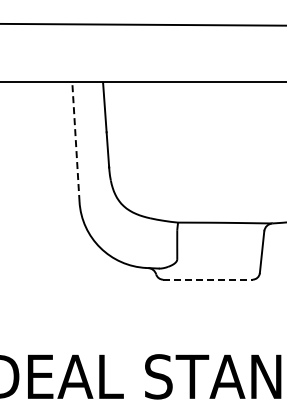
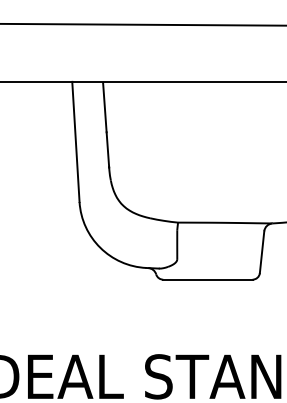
line at (75, 141): dashed -> solid
line at (207, 279): dashed -> solid
